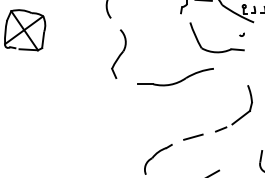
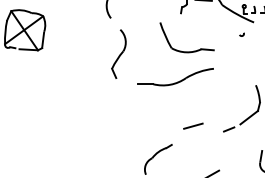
part at (211, 50) position: (211, 50) -> (181, 50)
part at (239, 117) position: (239, 117) -> (247, 117)
line at (193, 136) position: (193, 136) -> (193, 125)
